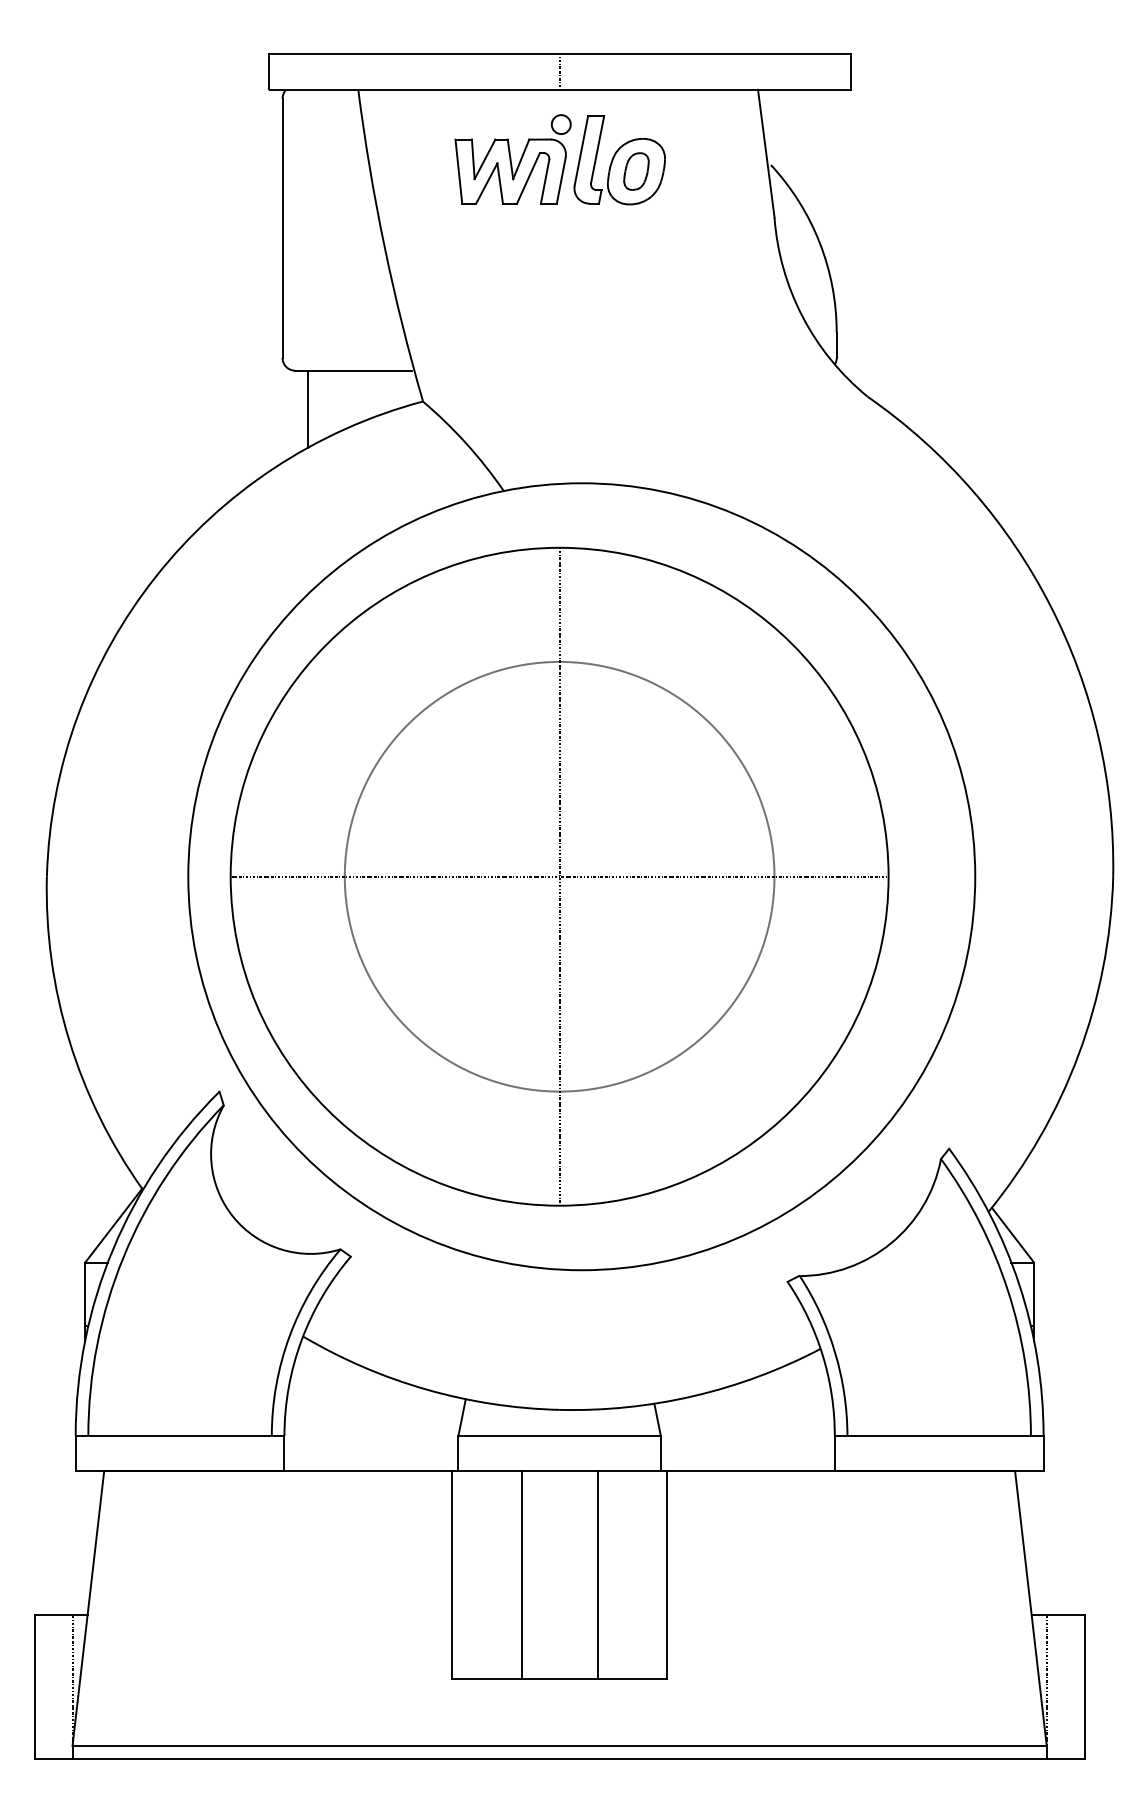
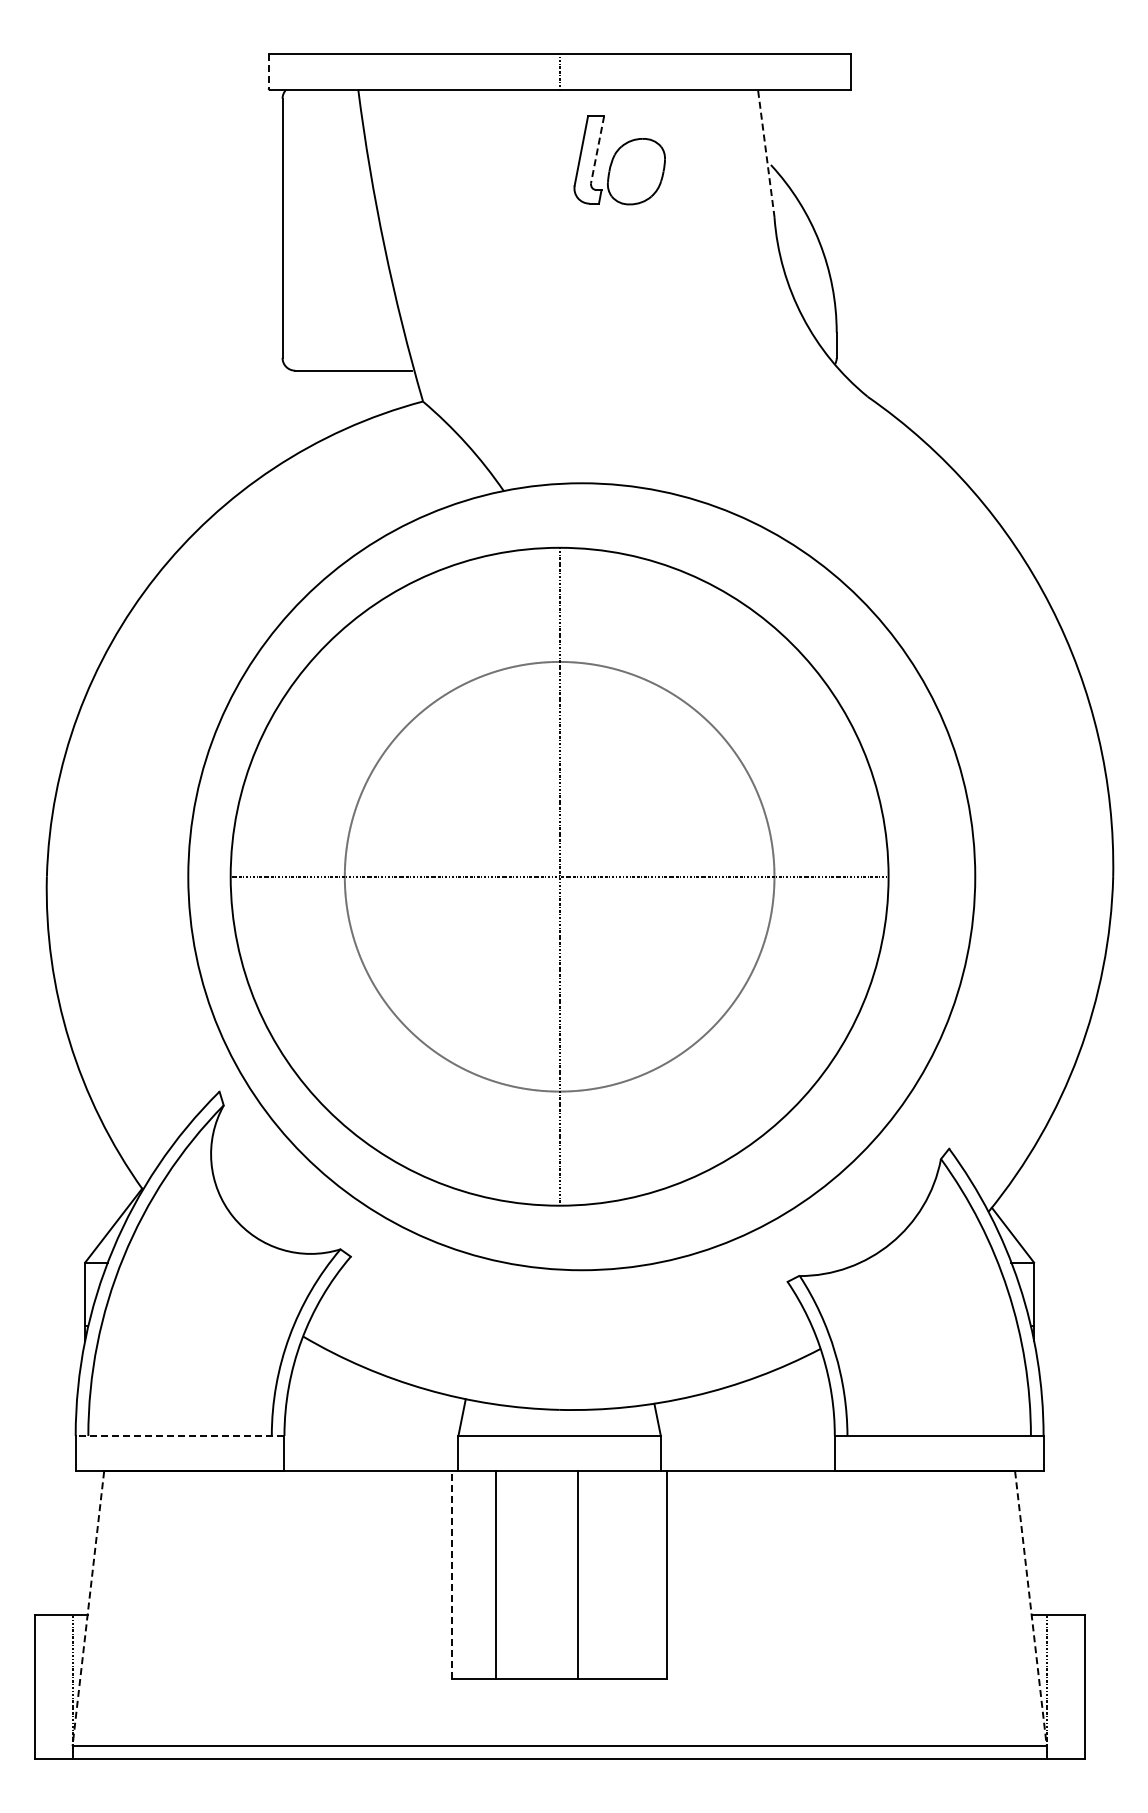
line at (268, 71): solid -> dashed
line at (597, 150): solid -> dashed
line at (766, 153): solid -> dashed
part at (512, 159): present -> none
part at (636, 171): present -> none
line at (307, 408): present -> none
line at (179, 1435): solid -> dashed
line at (521, 1574) position: (521, 1574) -> (495, 1574)
line at (597, 1574) position: (597, 1574) -> (577, 1574)
line at (452, 1575): solid -> dashed
line at (88, 1609): solid -> dashed
line at (1030, 1609): solid -> dashed
